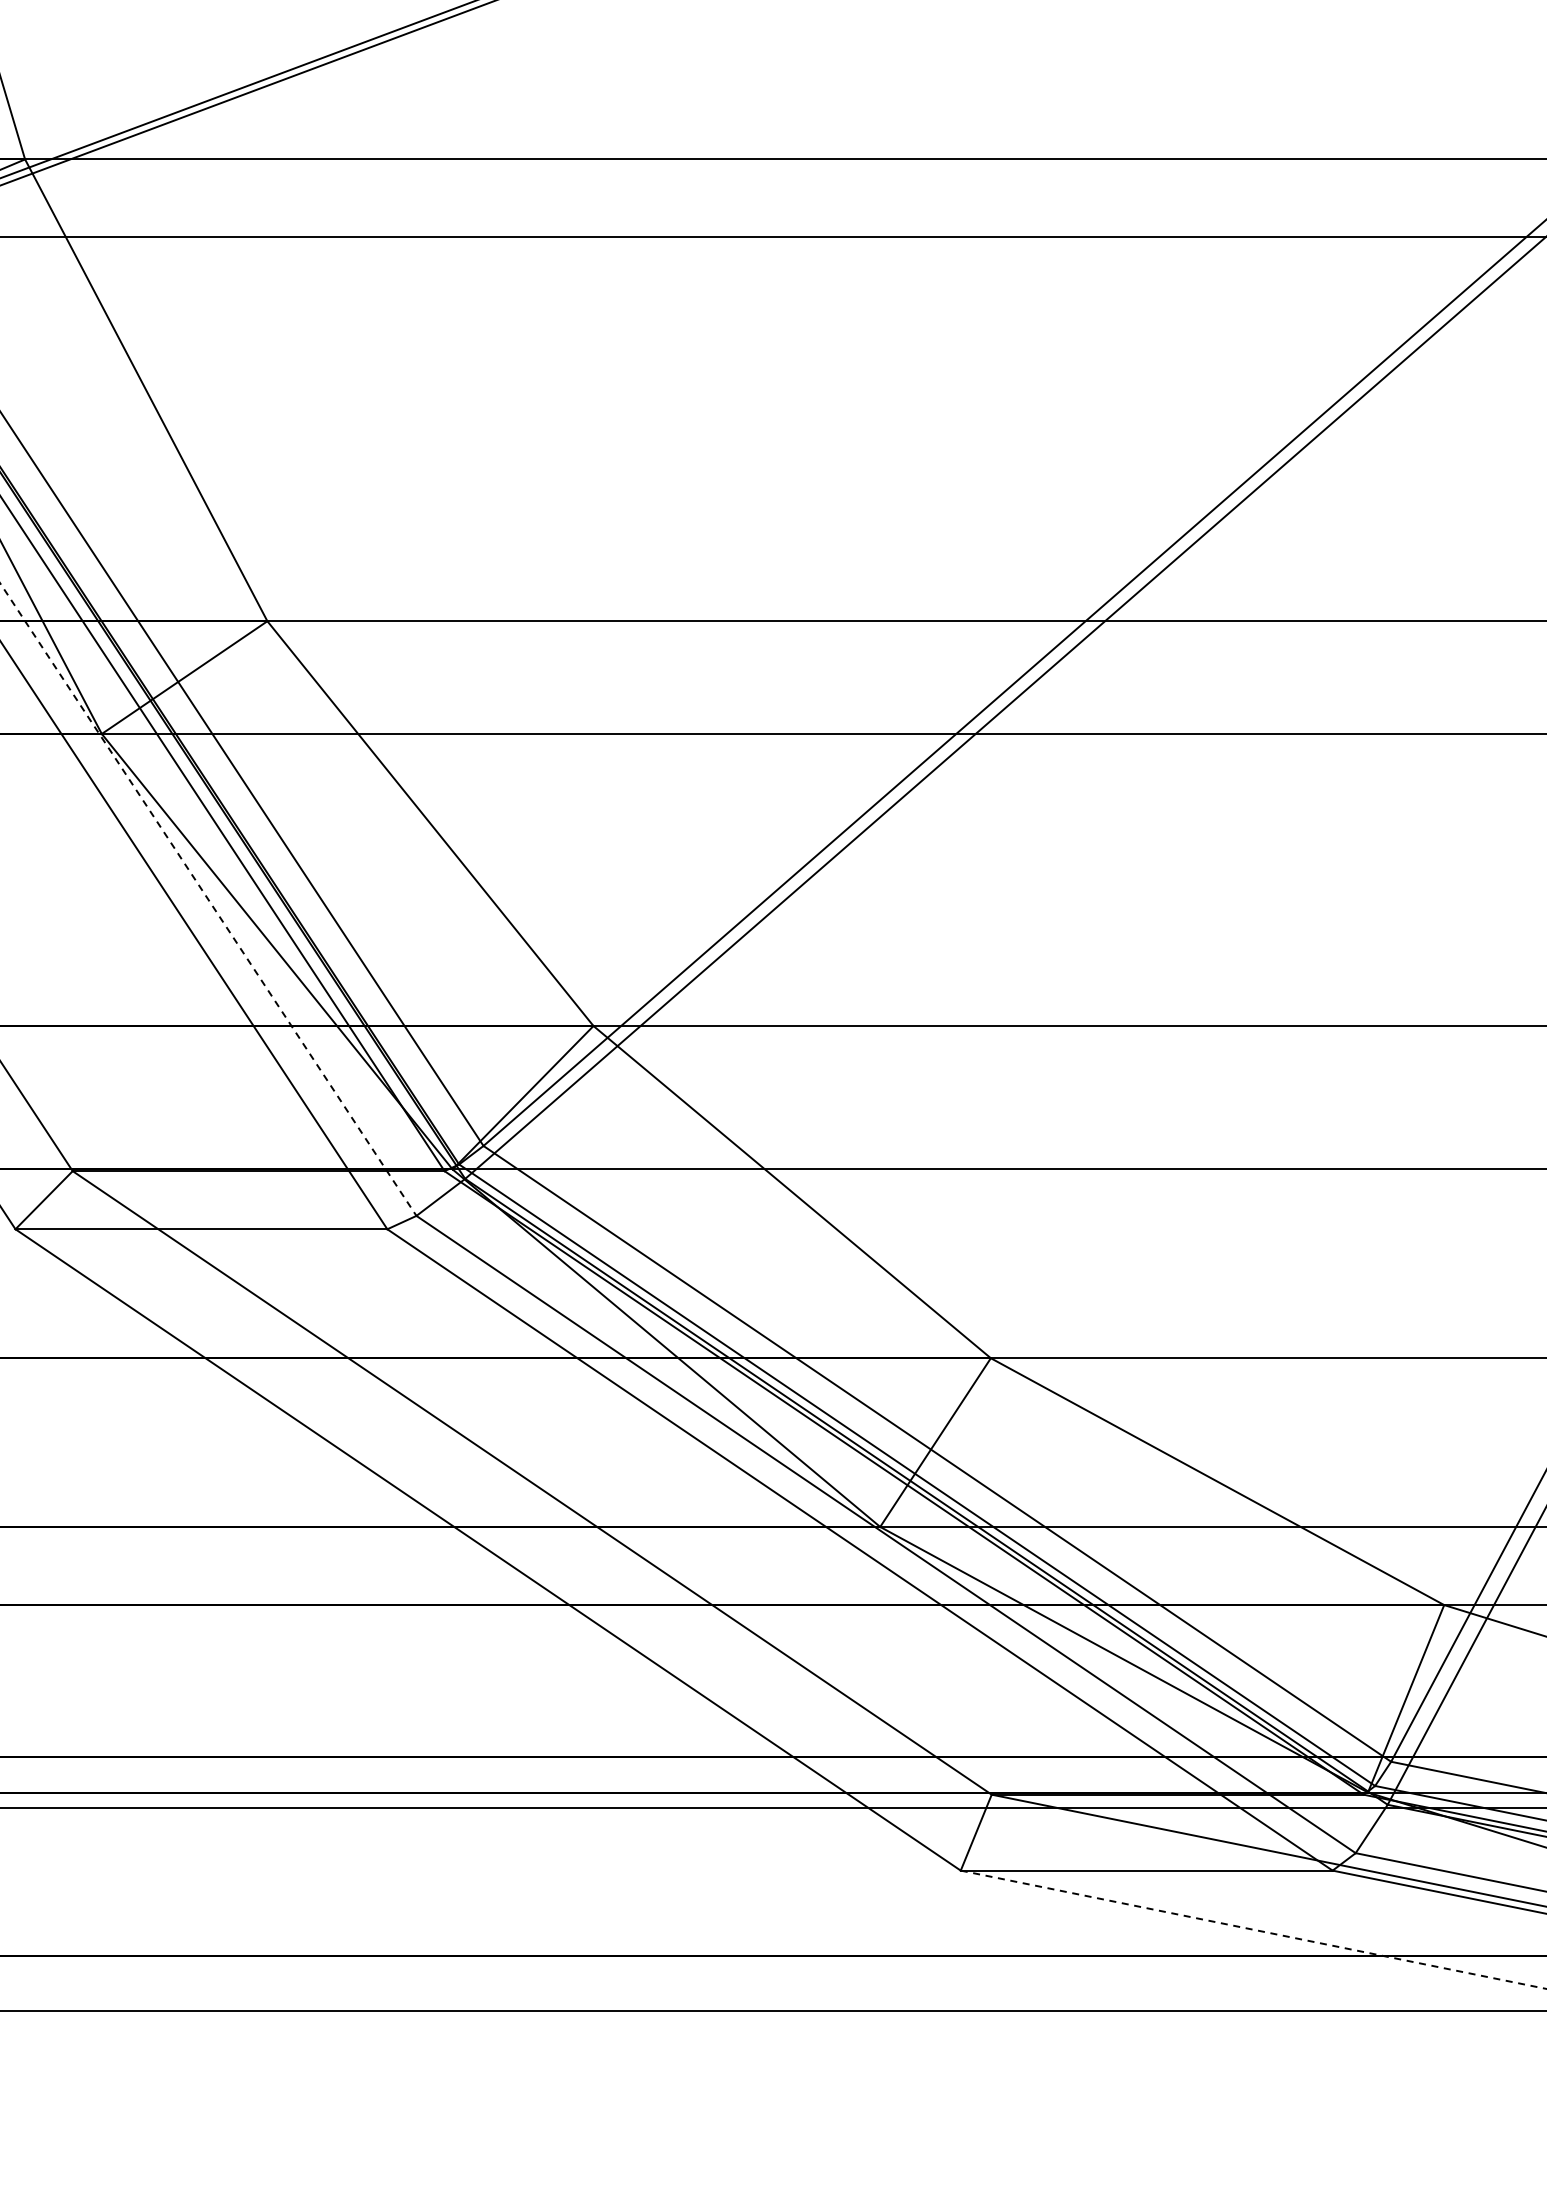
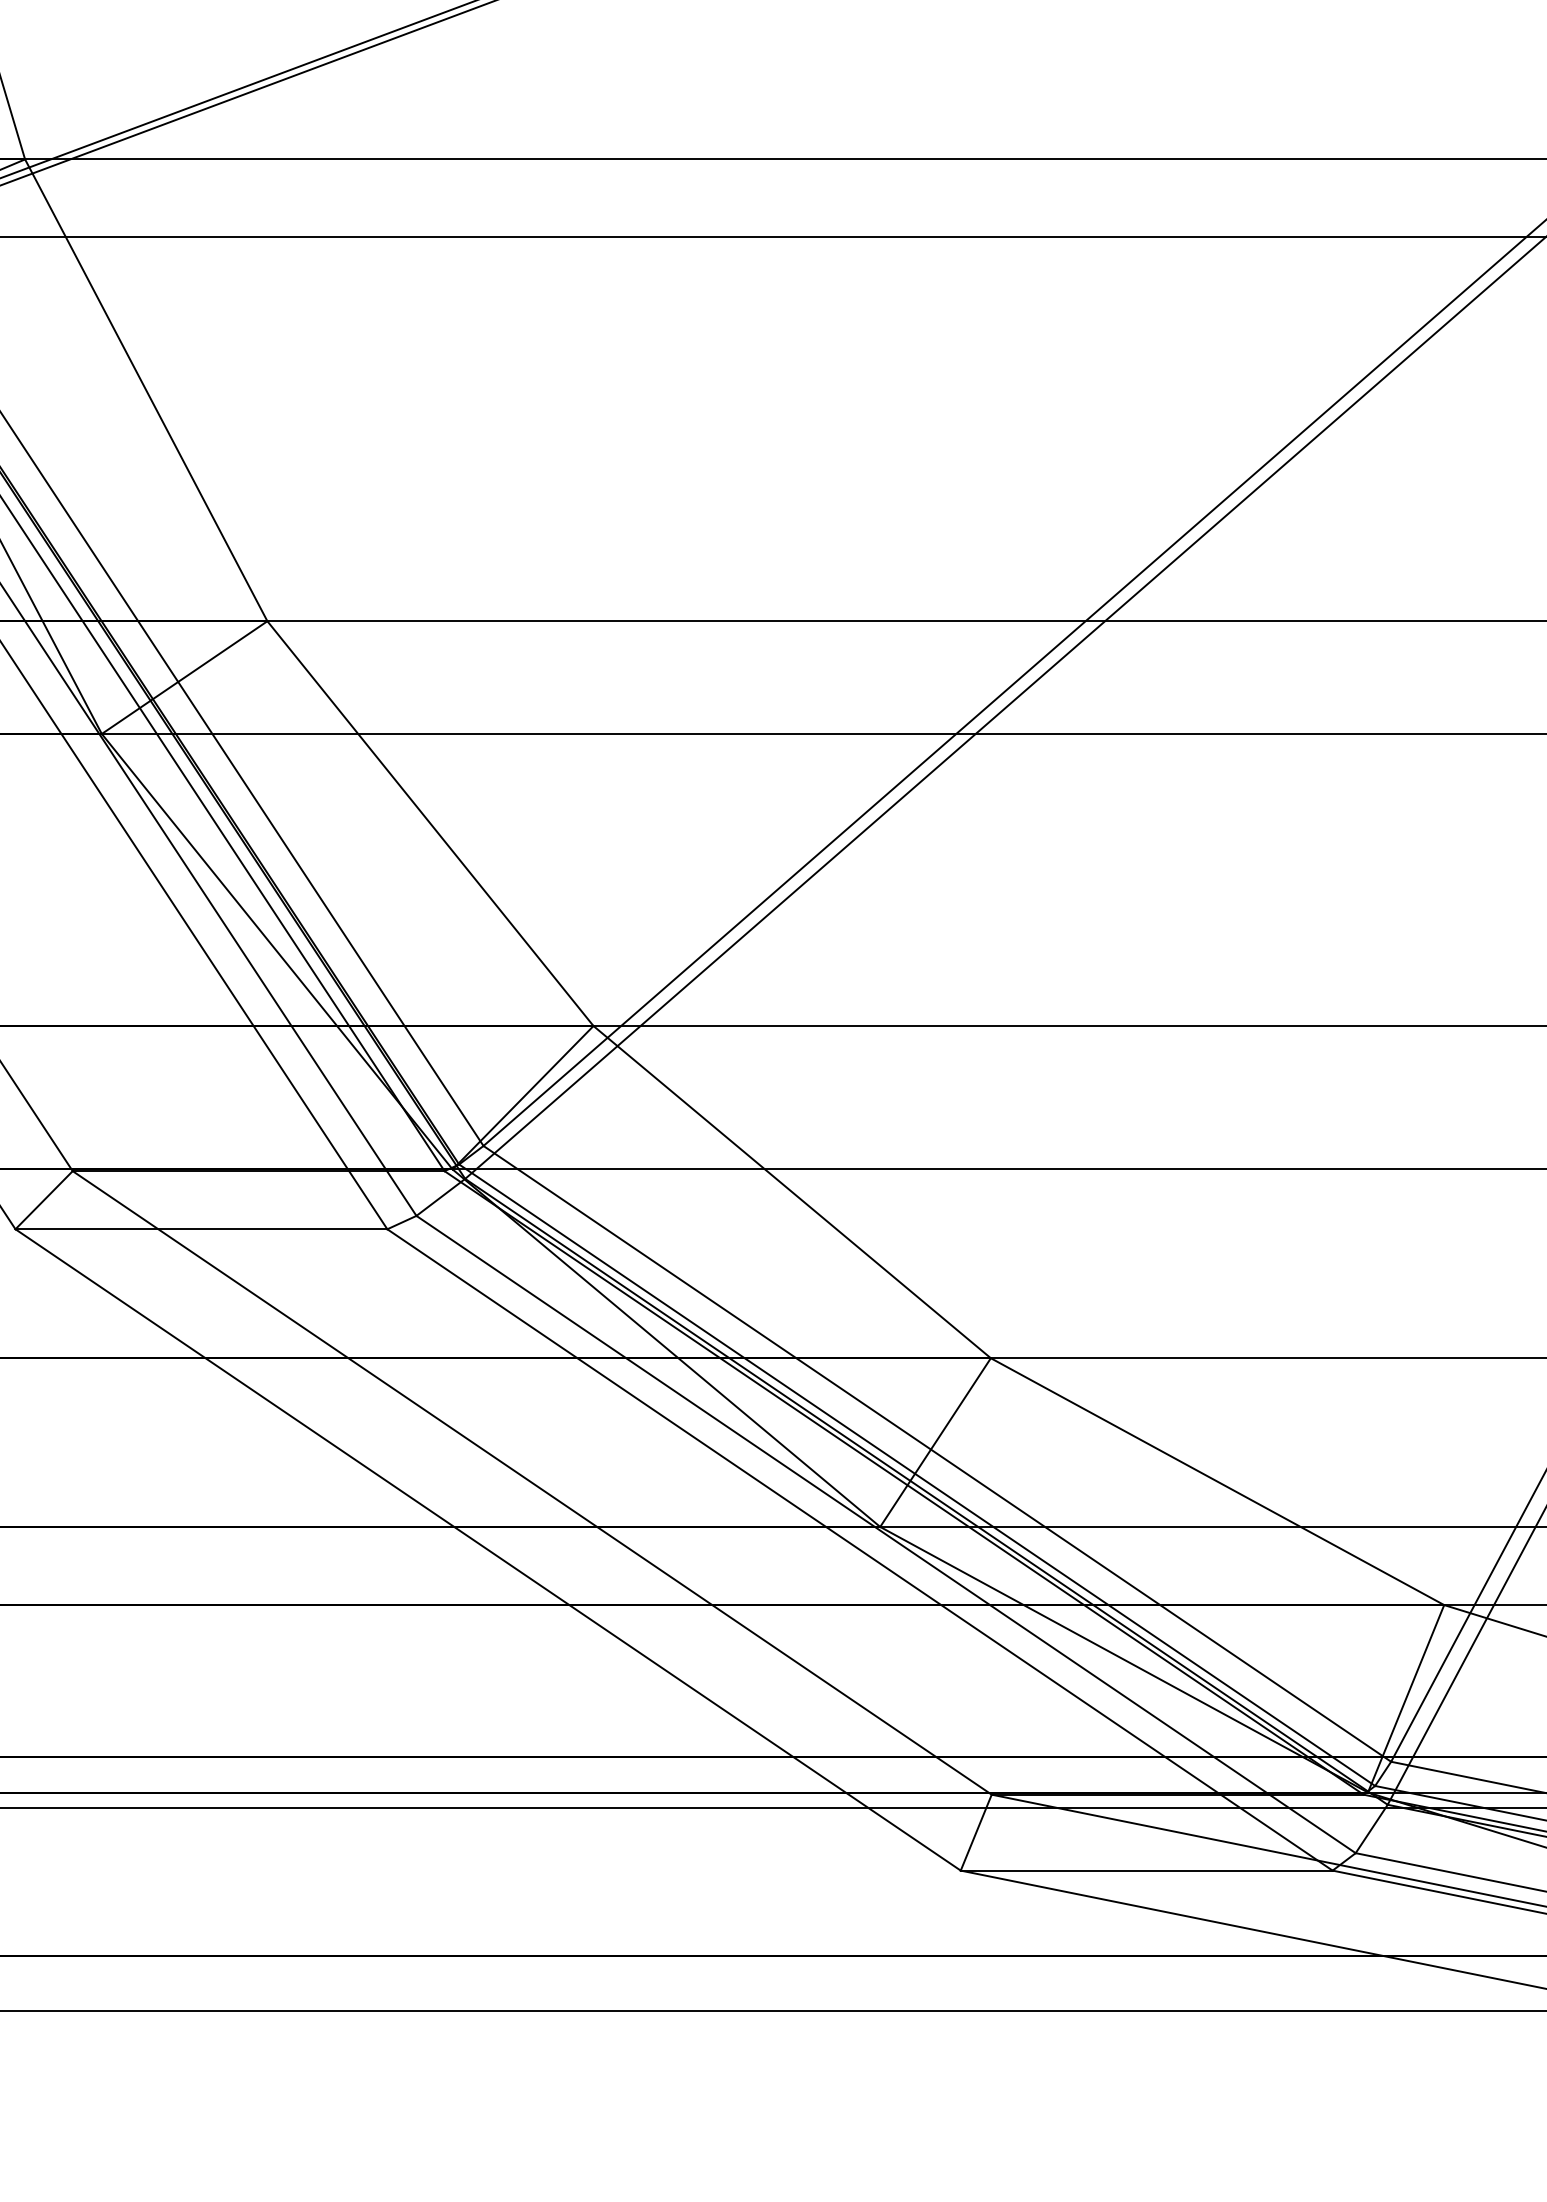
line at (208, 900): dashed -> solid
line at (1253, 1929): dashed -> solid
